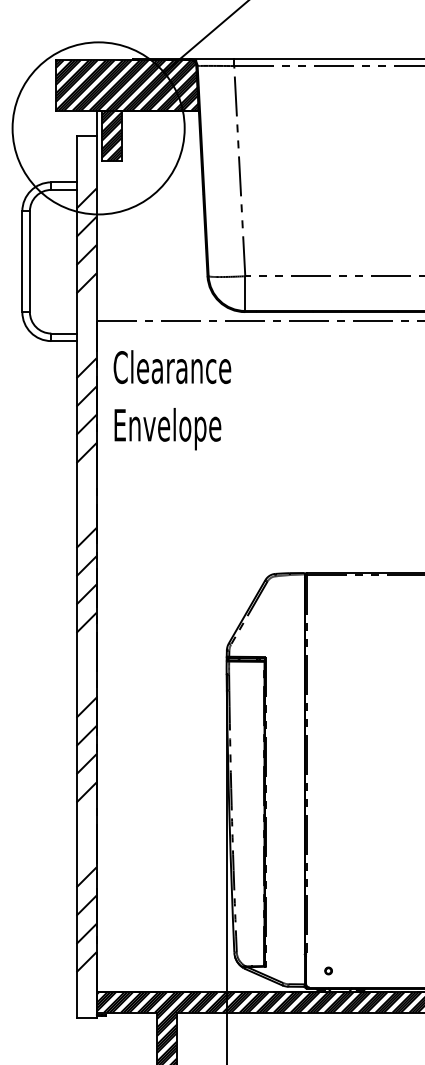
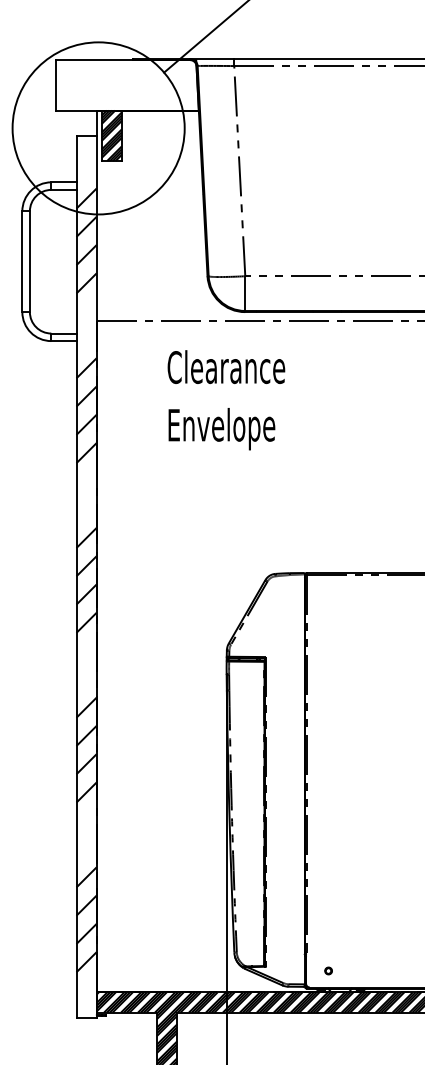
hatch at (127, 85): present -> none
text at (172, 400) position: (172, 400) -> (226, 400)
